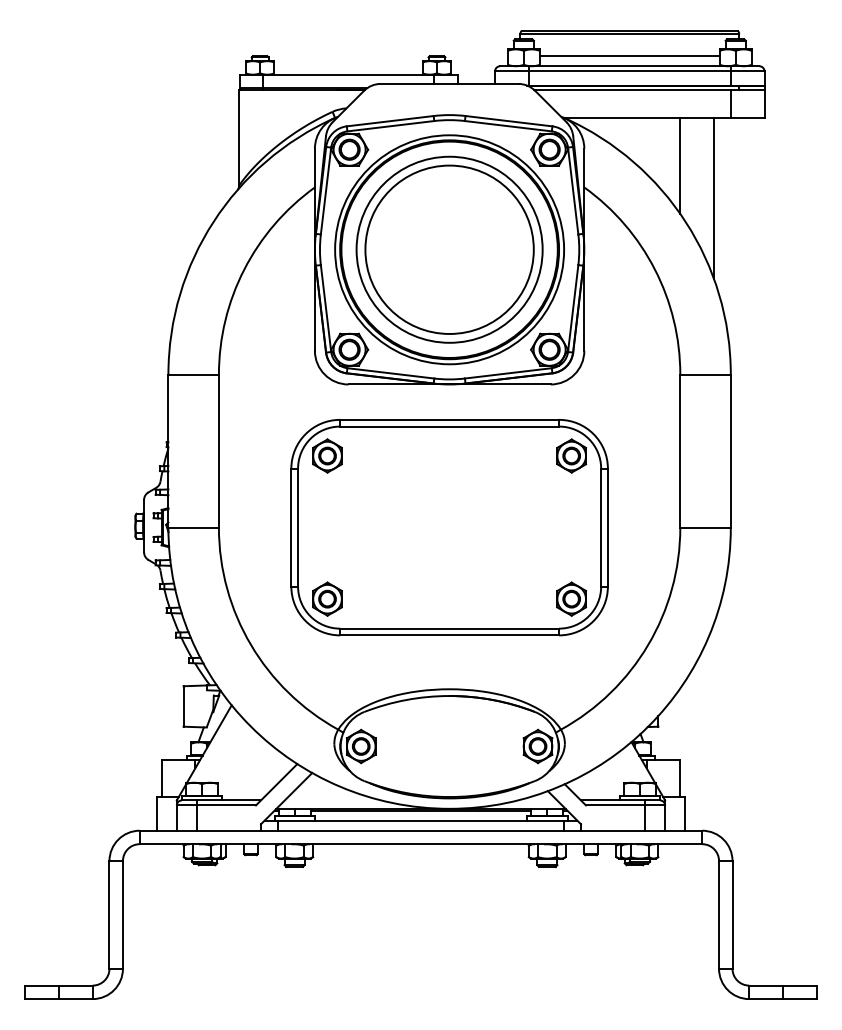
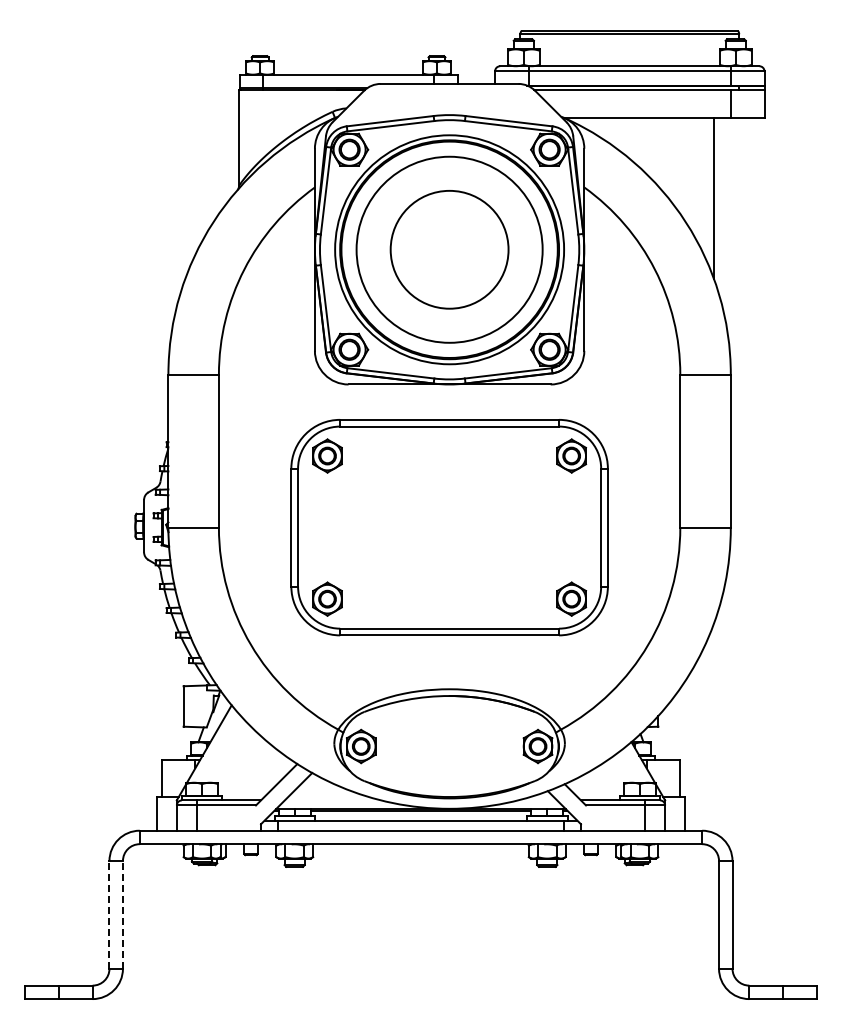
line at (629, 56): present -> none
line at (680, 165): present -> none
circle at (449, 249) diameter: 168 px -> 118 px
line at (109, 914): solid -> dashed
line at (122, 914): solid -> dashed
